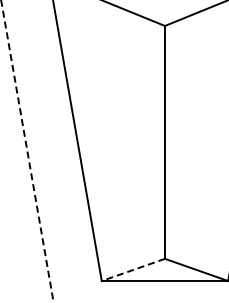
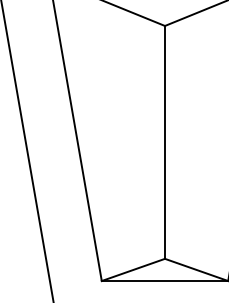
line at (27, 151): dashed -> solid
line at (132, 270): dashed -> solid
